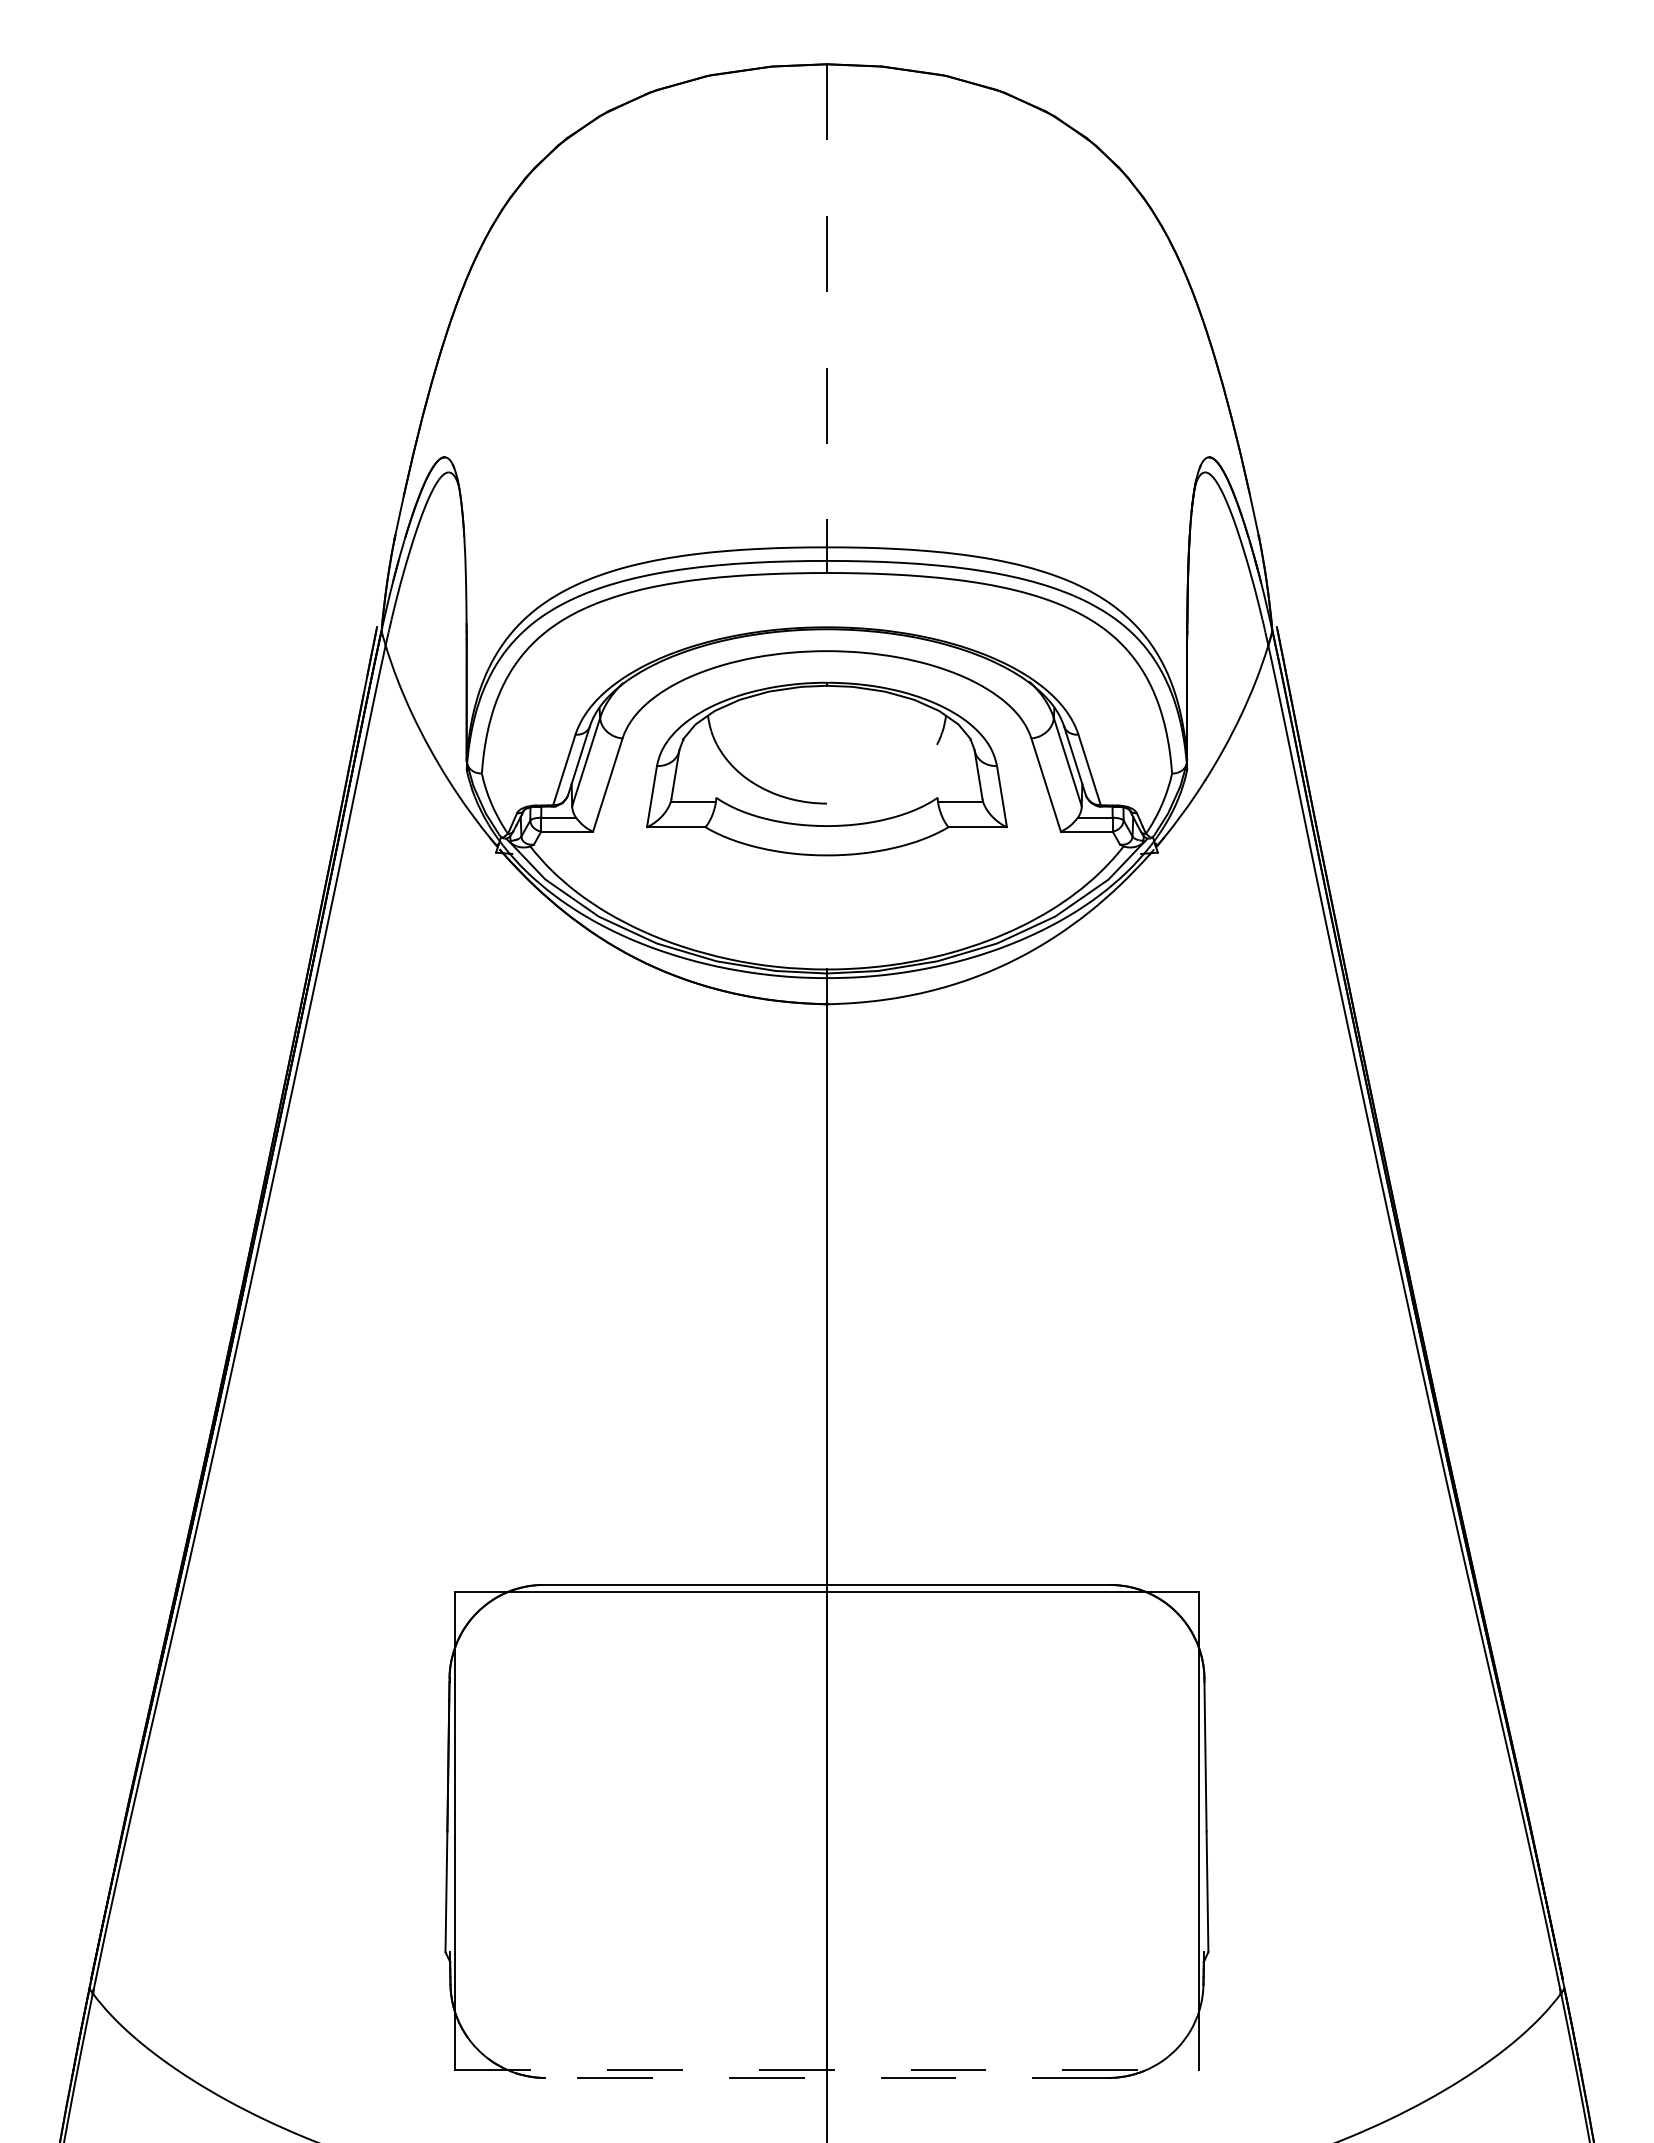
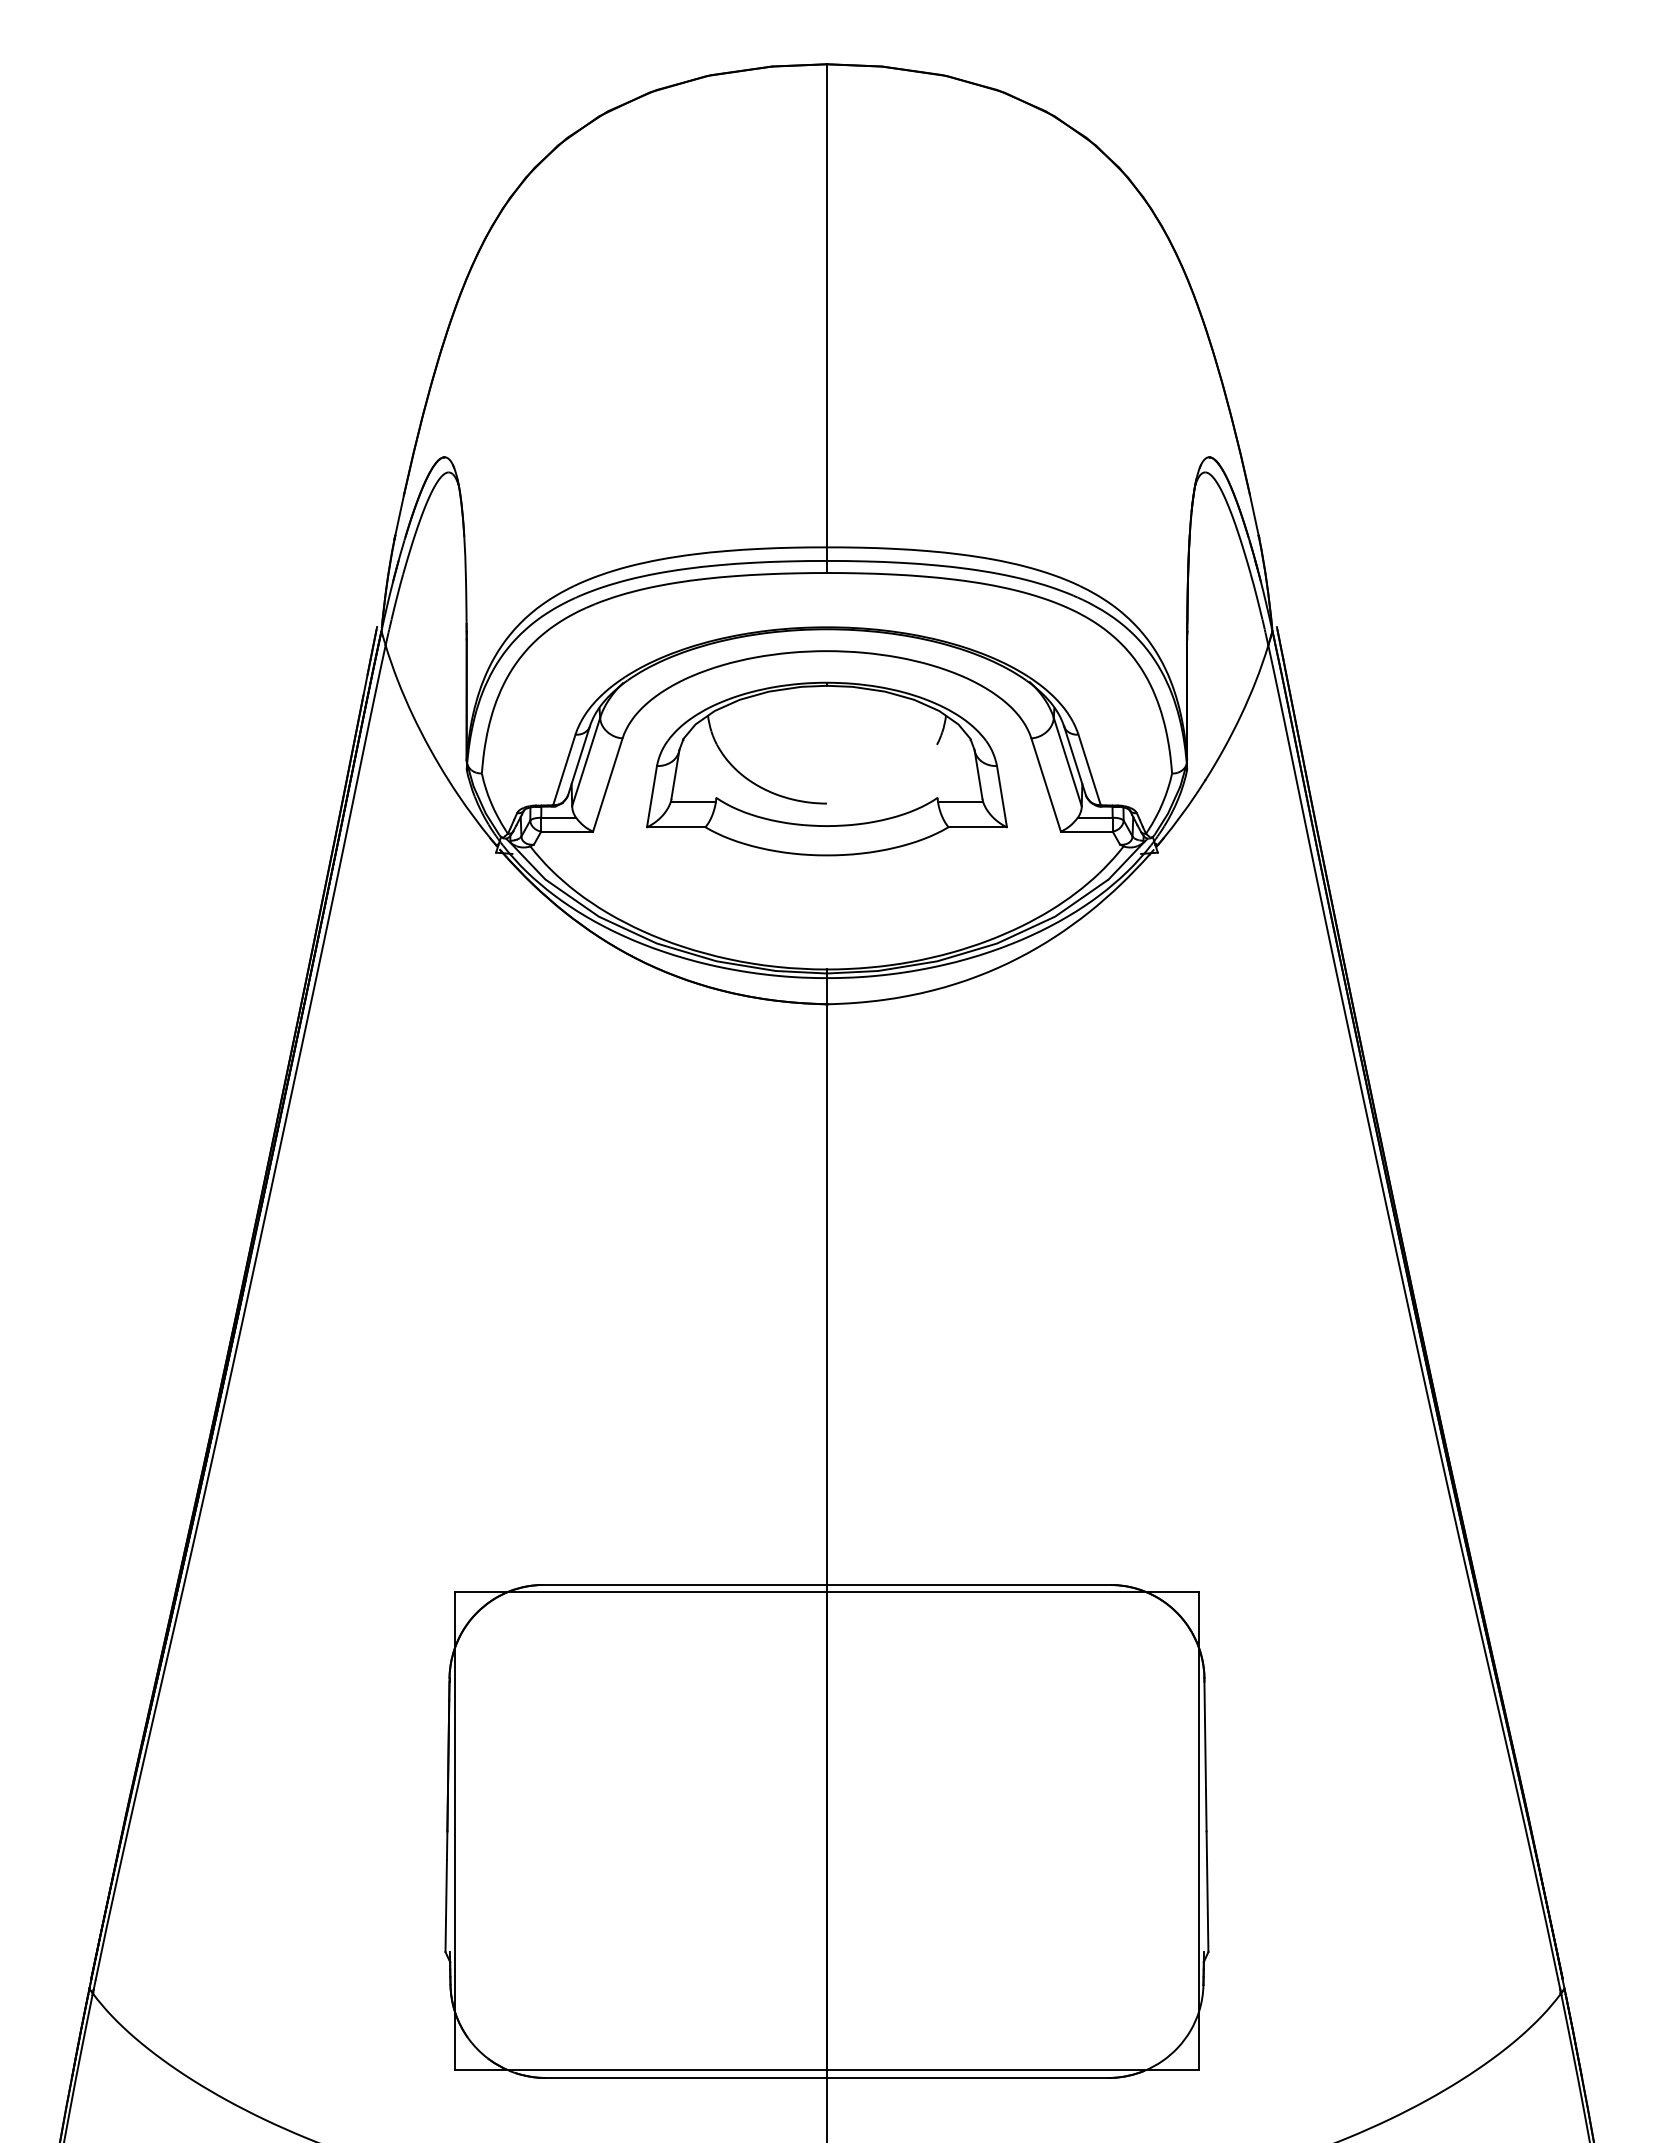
line at (826, 313): dashed -> solid
line at (827, 2069): dashed -> solid
line at (826, 2077): dashed -> solid
